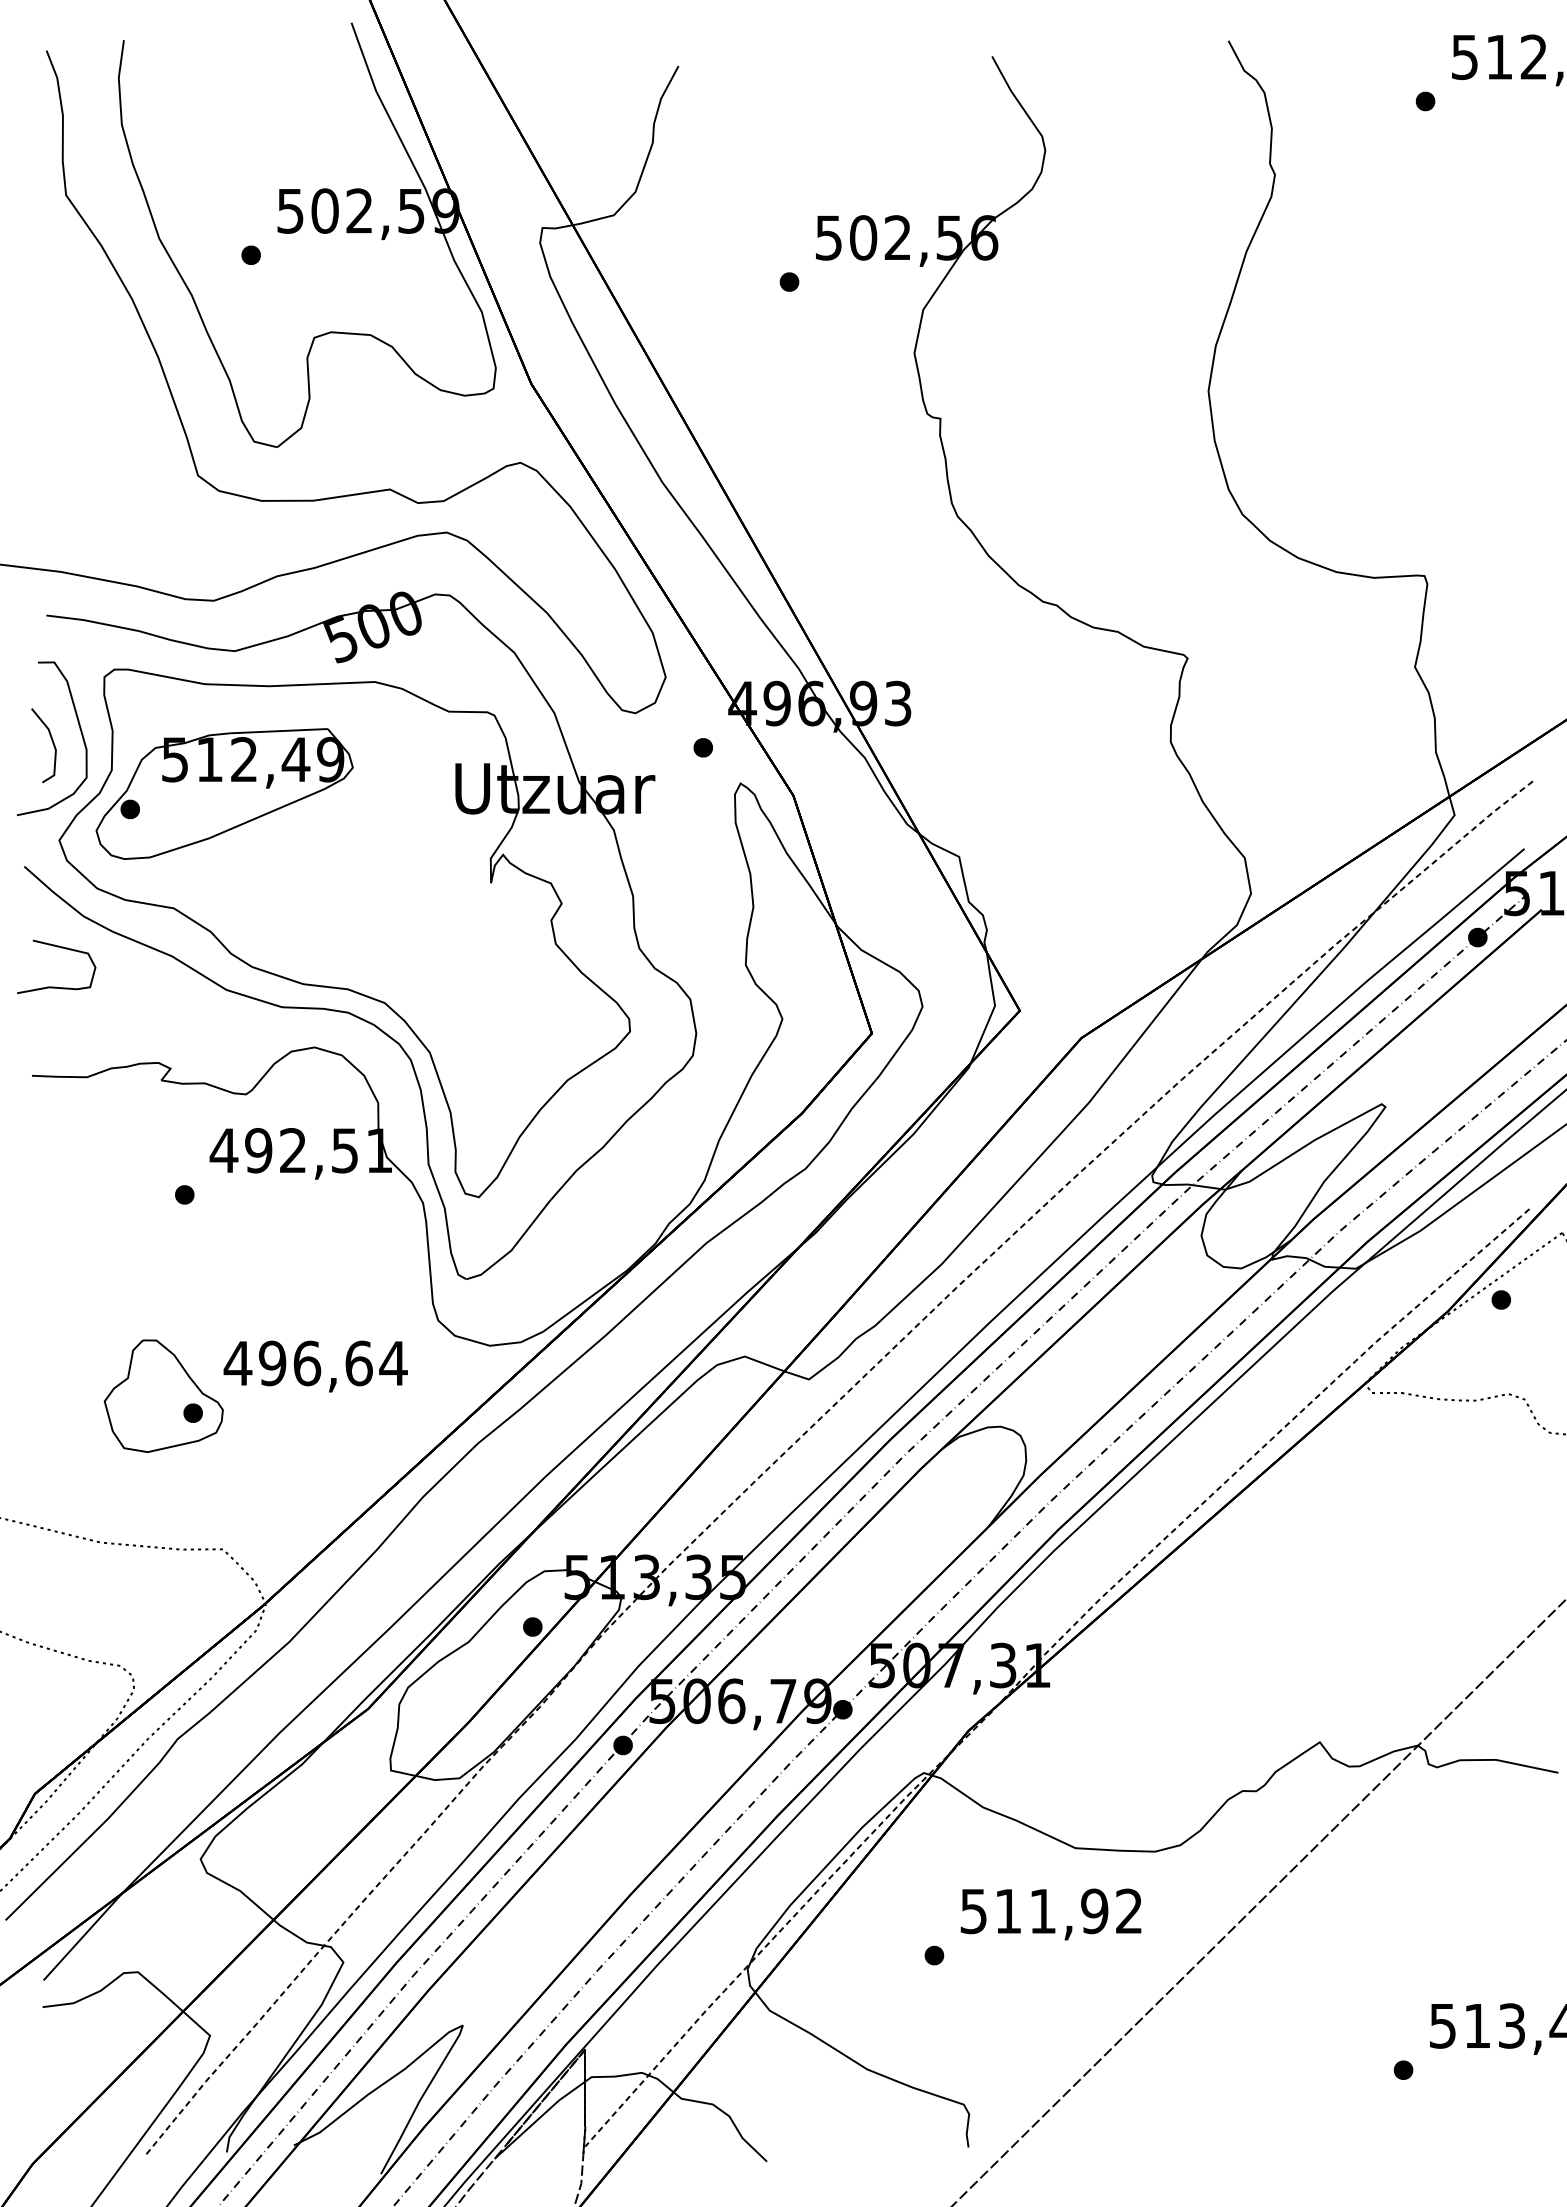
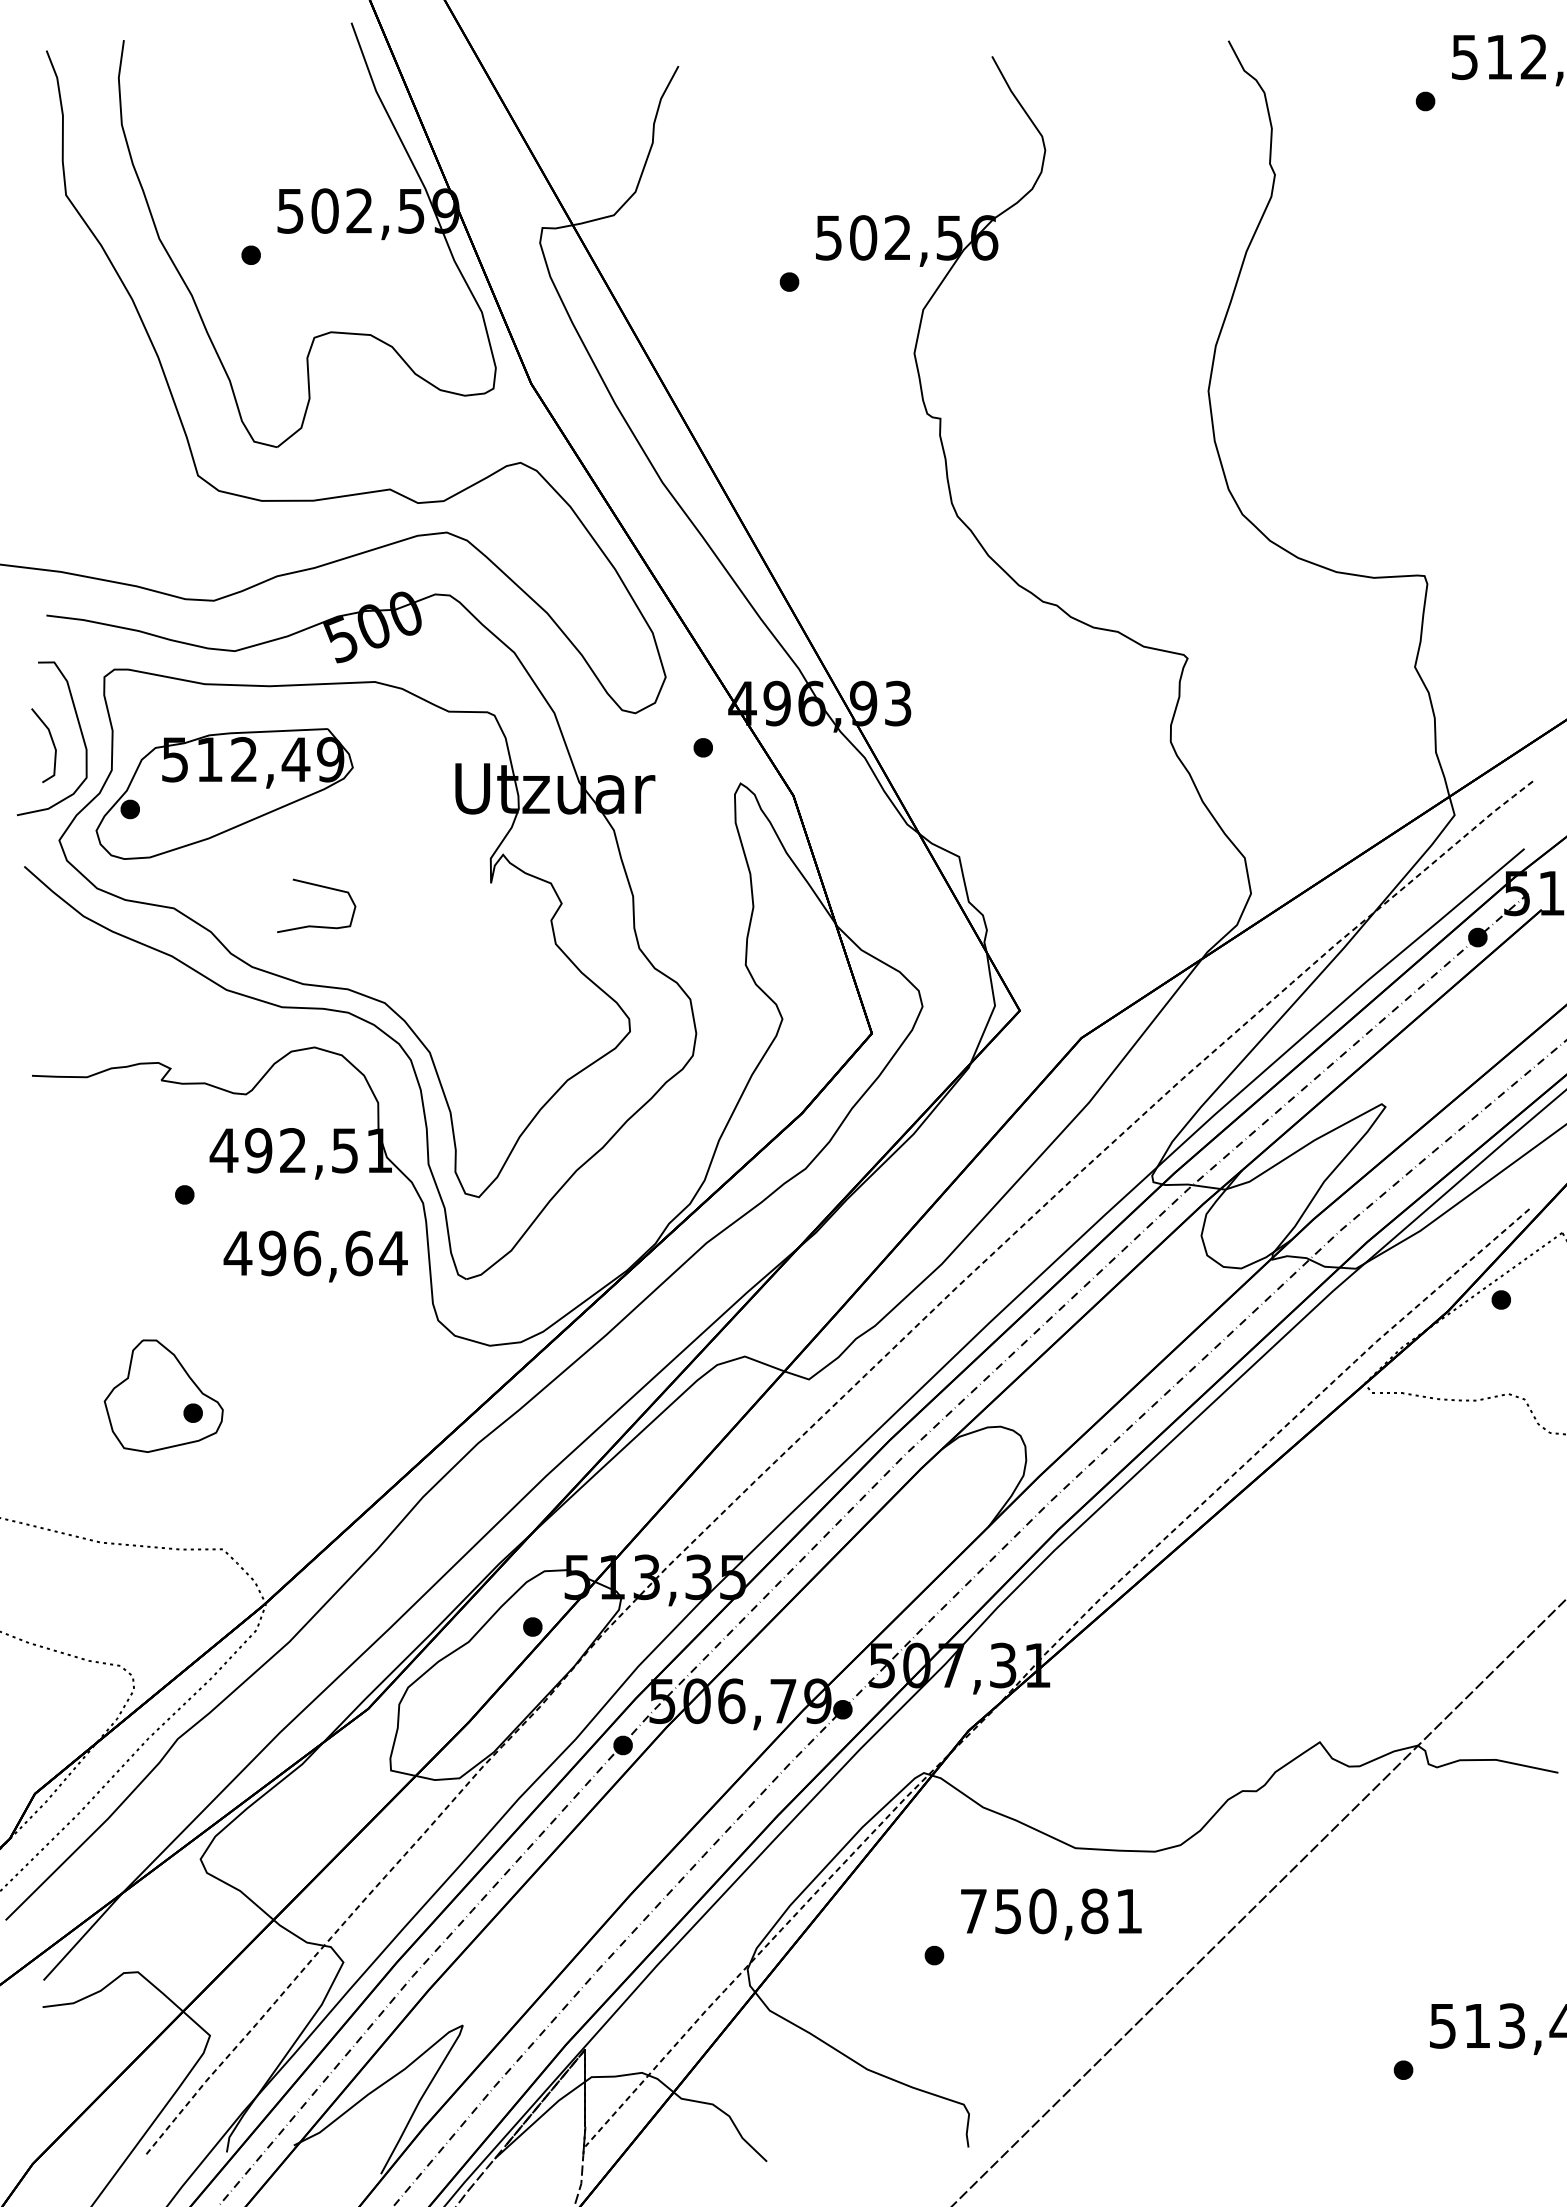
curve at (61, 948) position: (61, 948) -> (321, 887)
text at (315, 1366) position: (315, 1366) -> (315, 1256)
text at (1050, 1911): 511,92 -> 750,81
